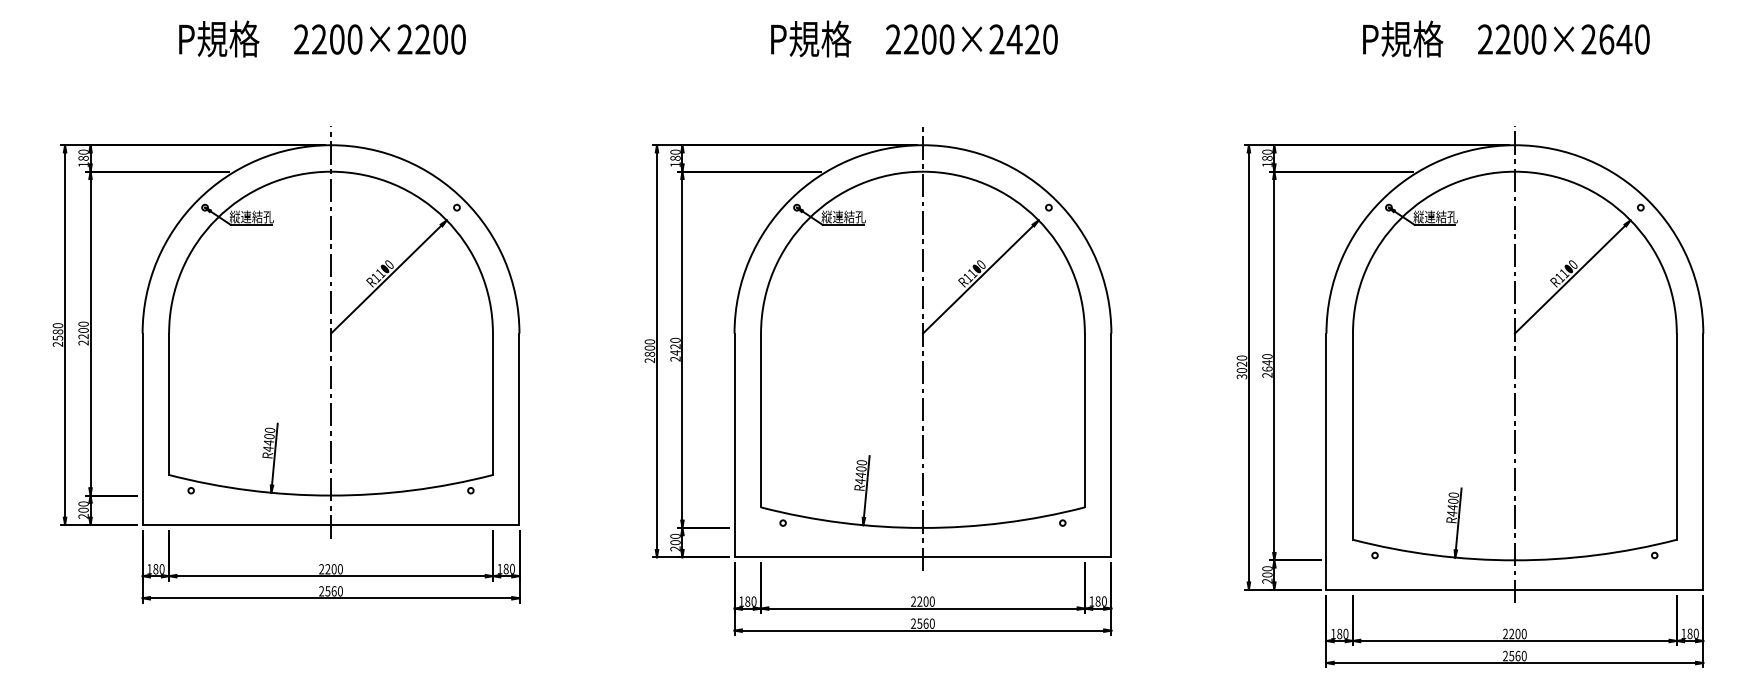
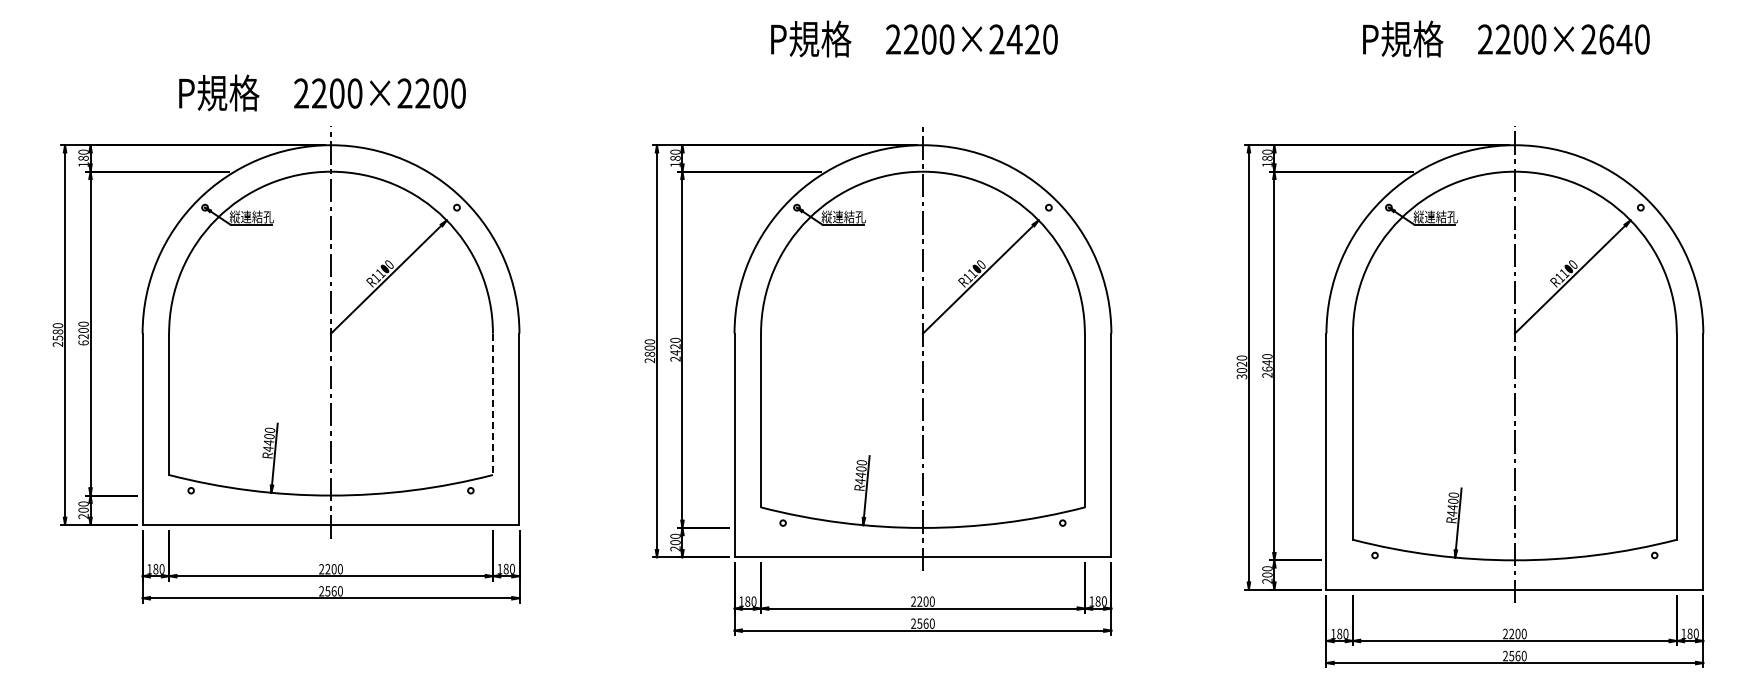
text at (322, 38) position: (322, 38) -> (322, 92)
text at (83, 342): 2200 -> 6200
line at (492, 404): solid -> dashed
